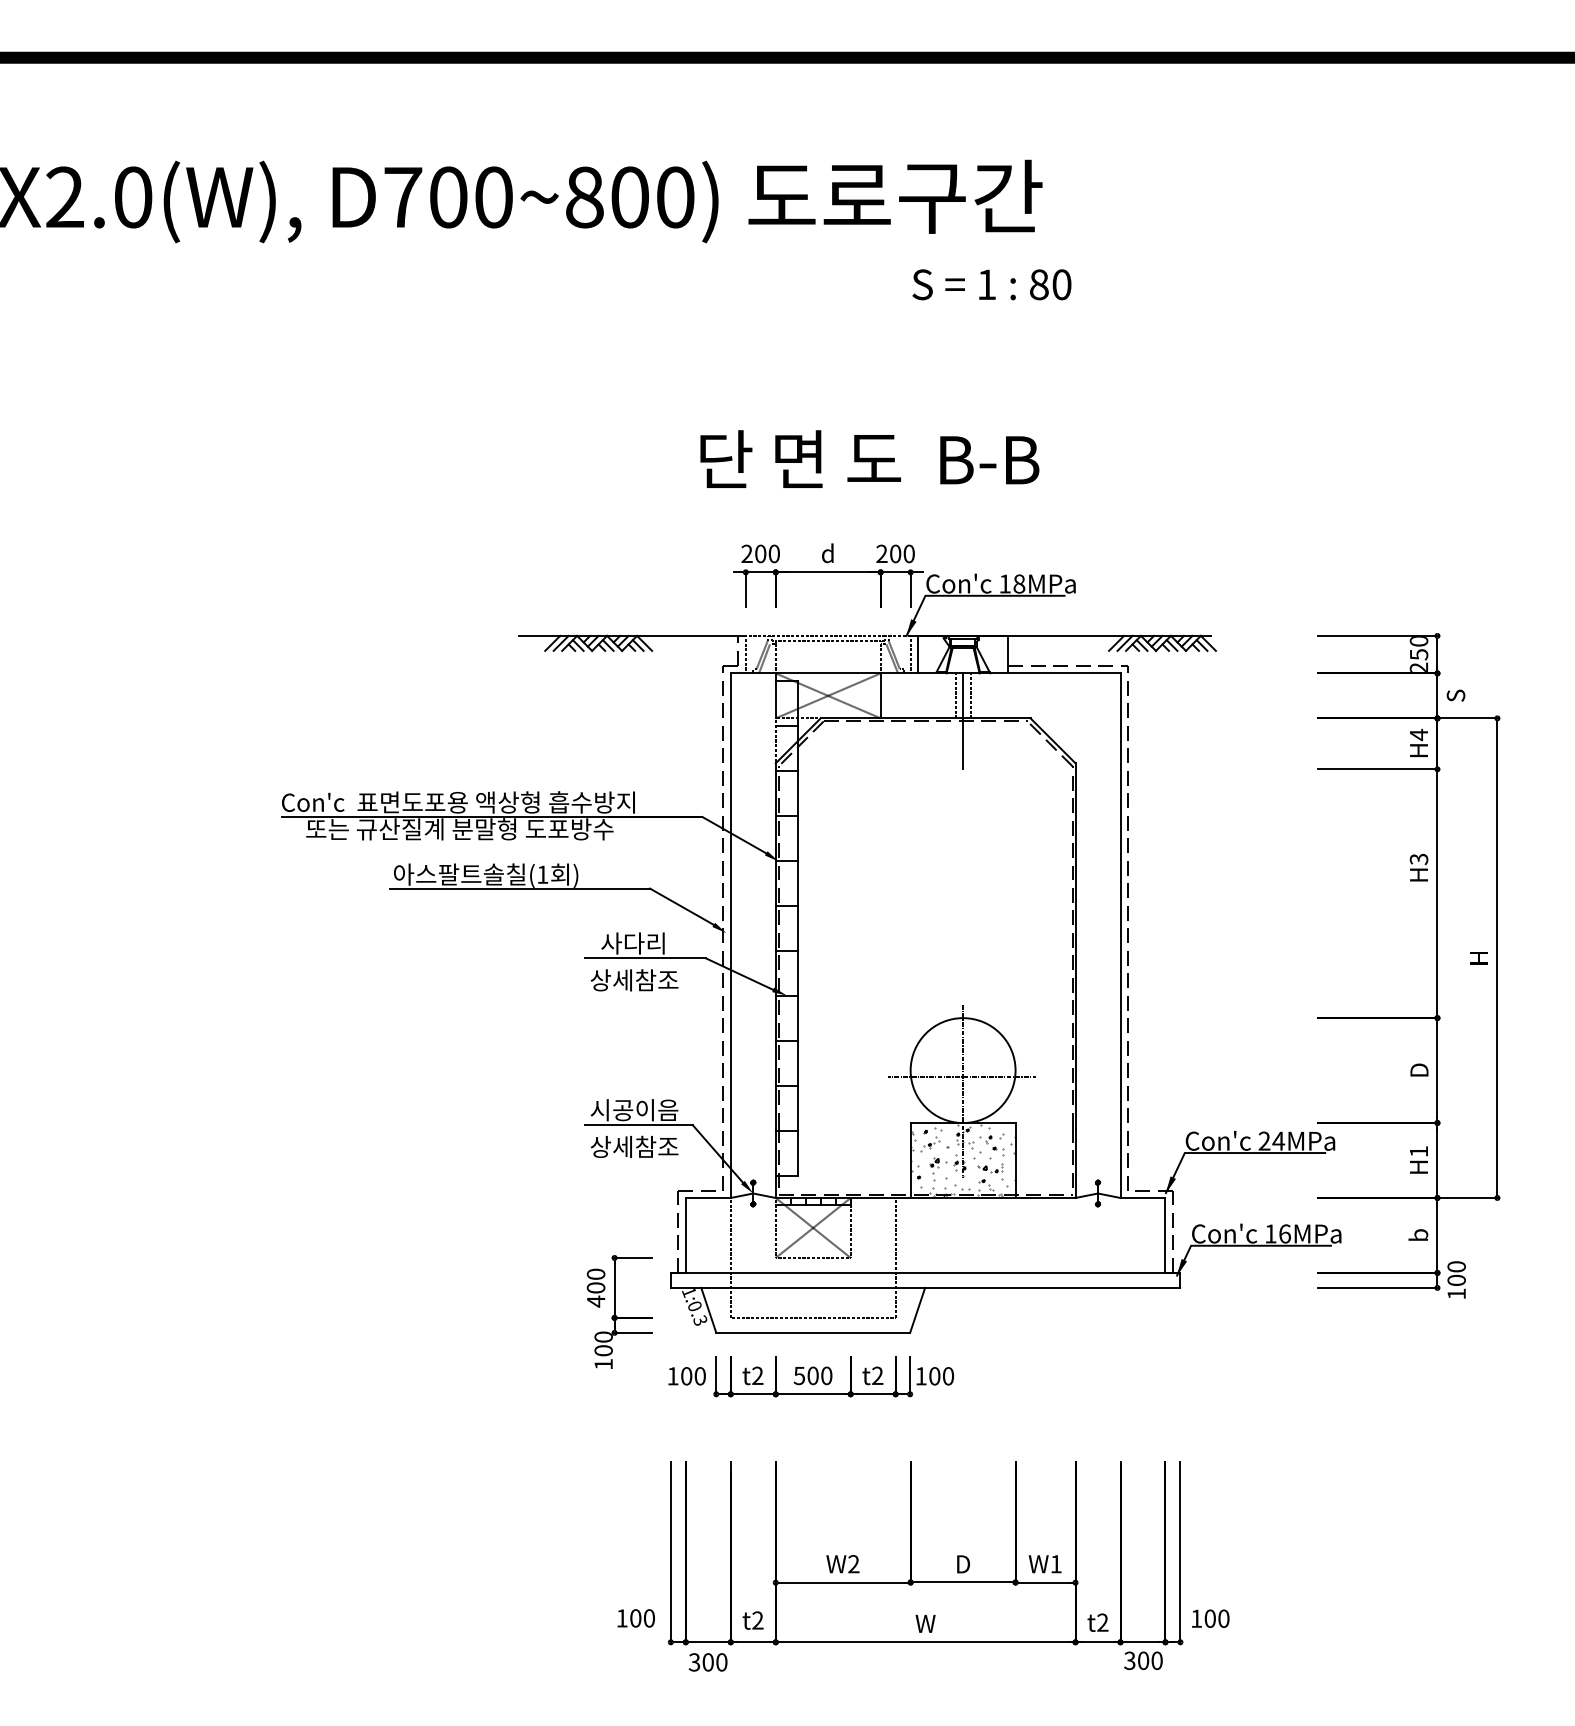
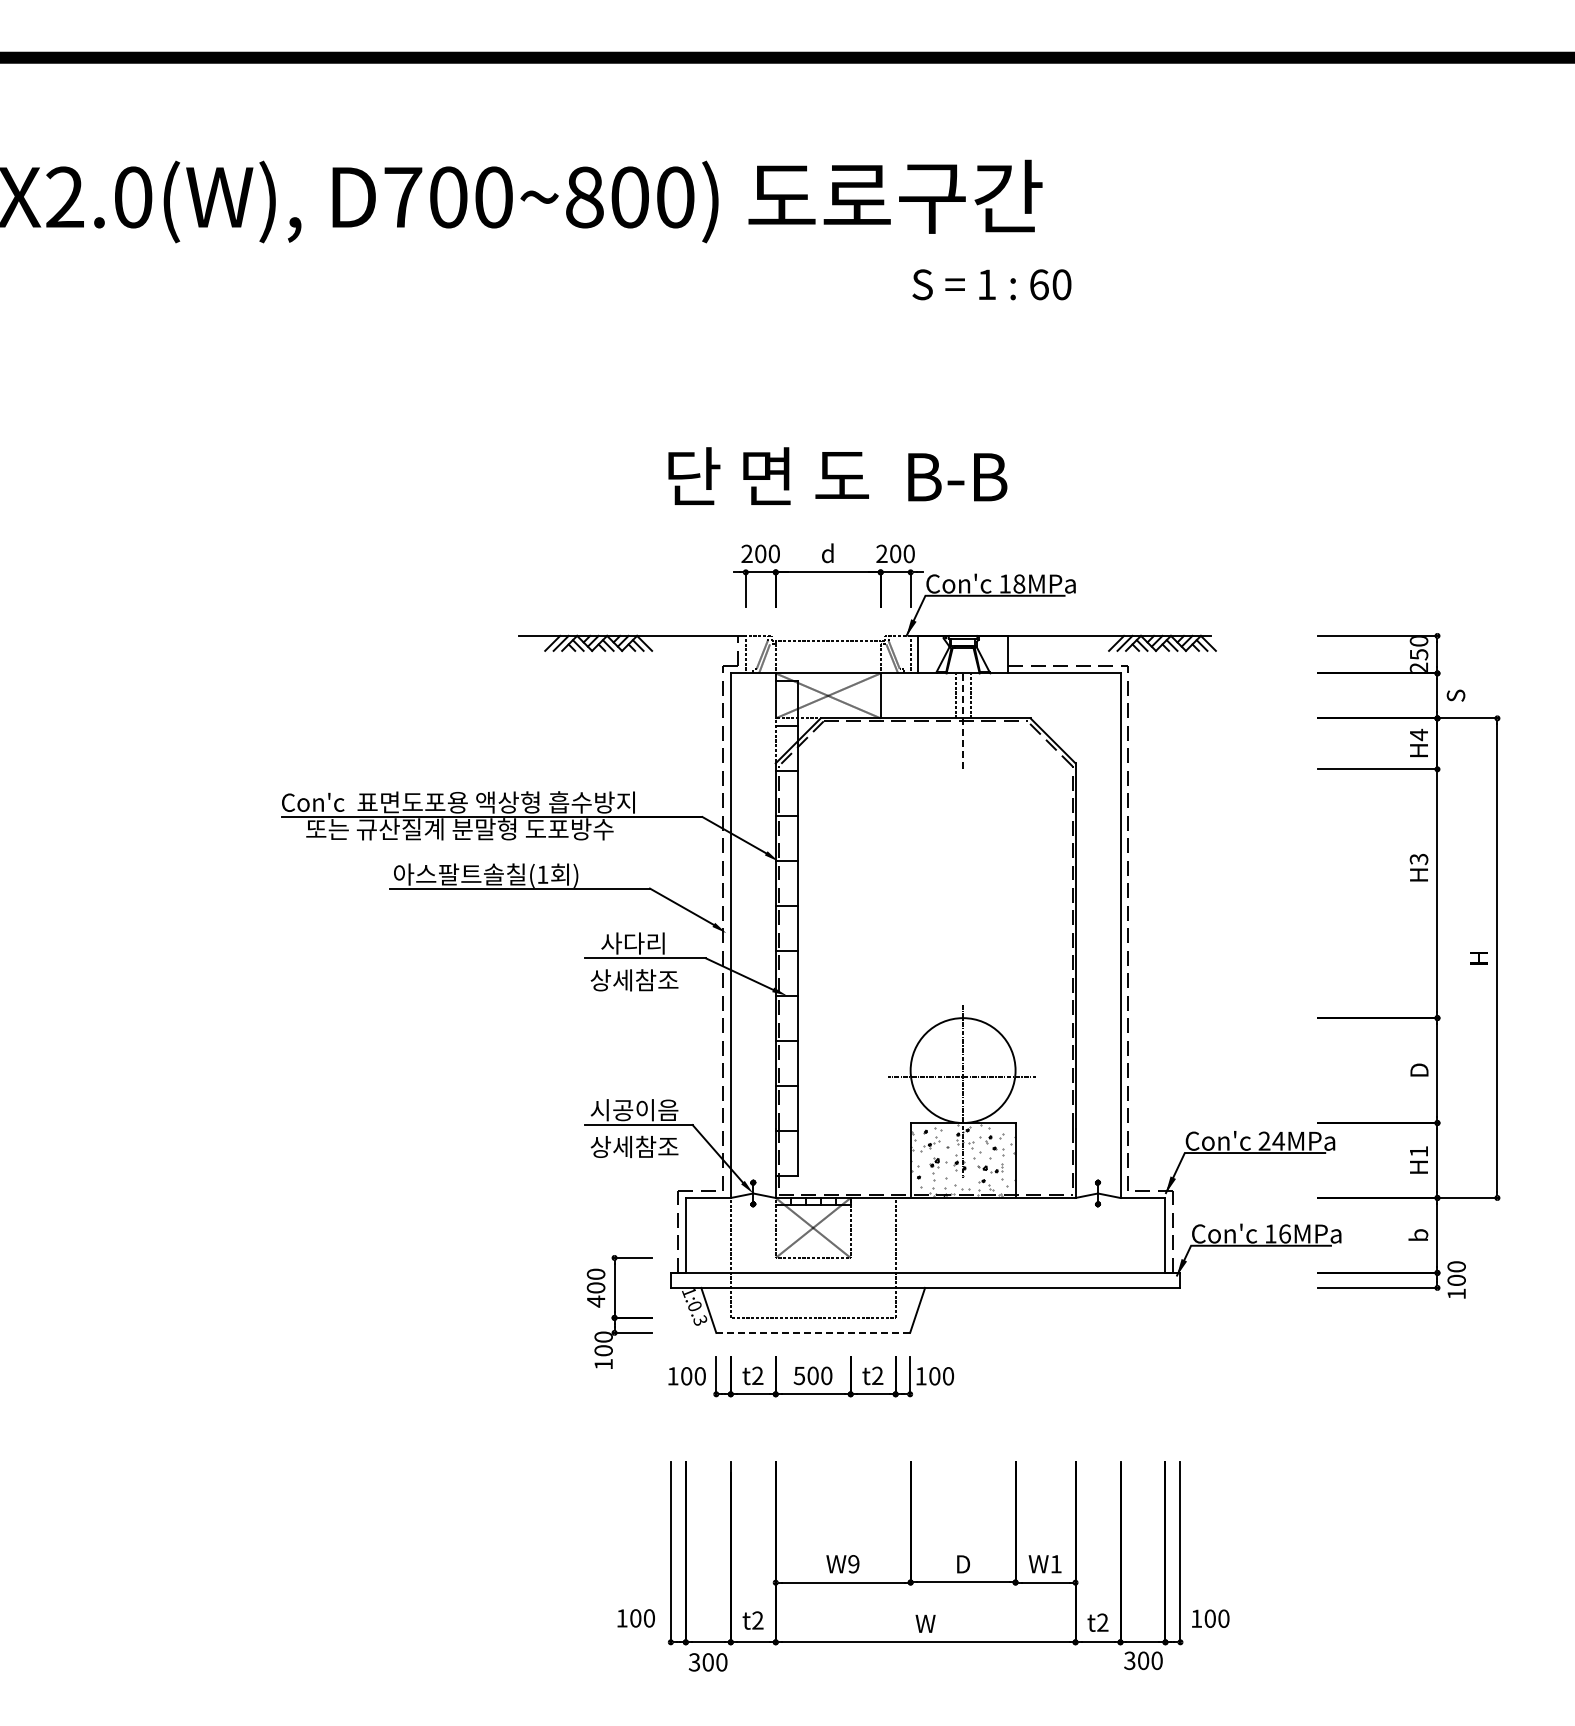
text at (1039, 284): 80 -> 60
text at (869, 458) position: (869, 458) -> (837, 475)
line at (827, 635): present -> none
line at (963, 721): solid -> dashed
line at (813, 1332): solid -> dashed
text at (853, 1564): W2 -> W9
